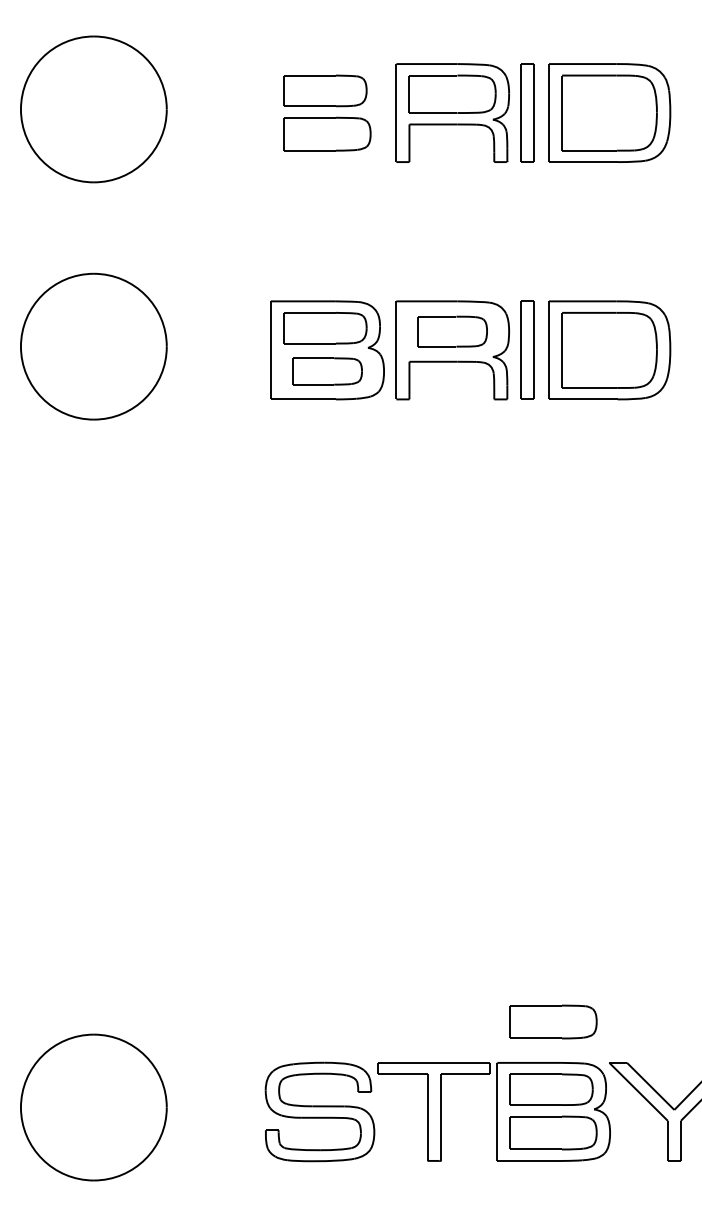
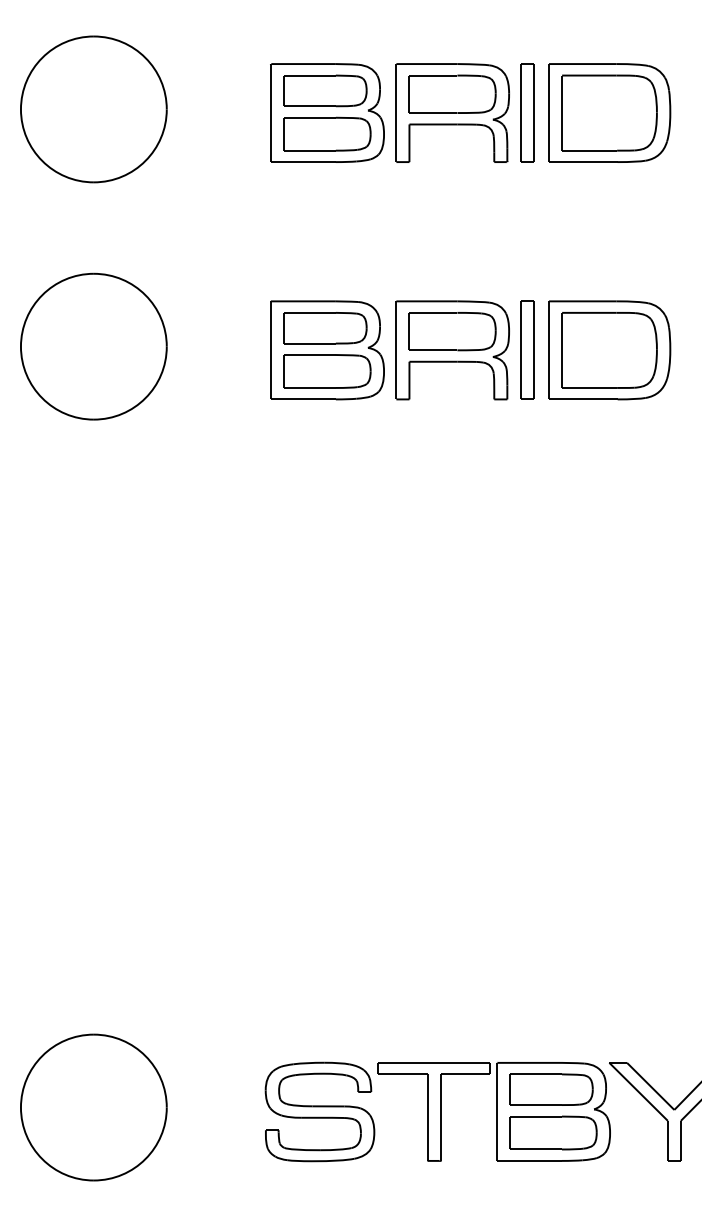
part at (327, 112): none -> present
part at (452, 331) size: 71x33 px -> 89x40 px
part at (327, 371) size: 71x29 px -> 89x35 px
part at (553, 1021): present -> none
